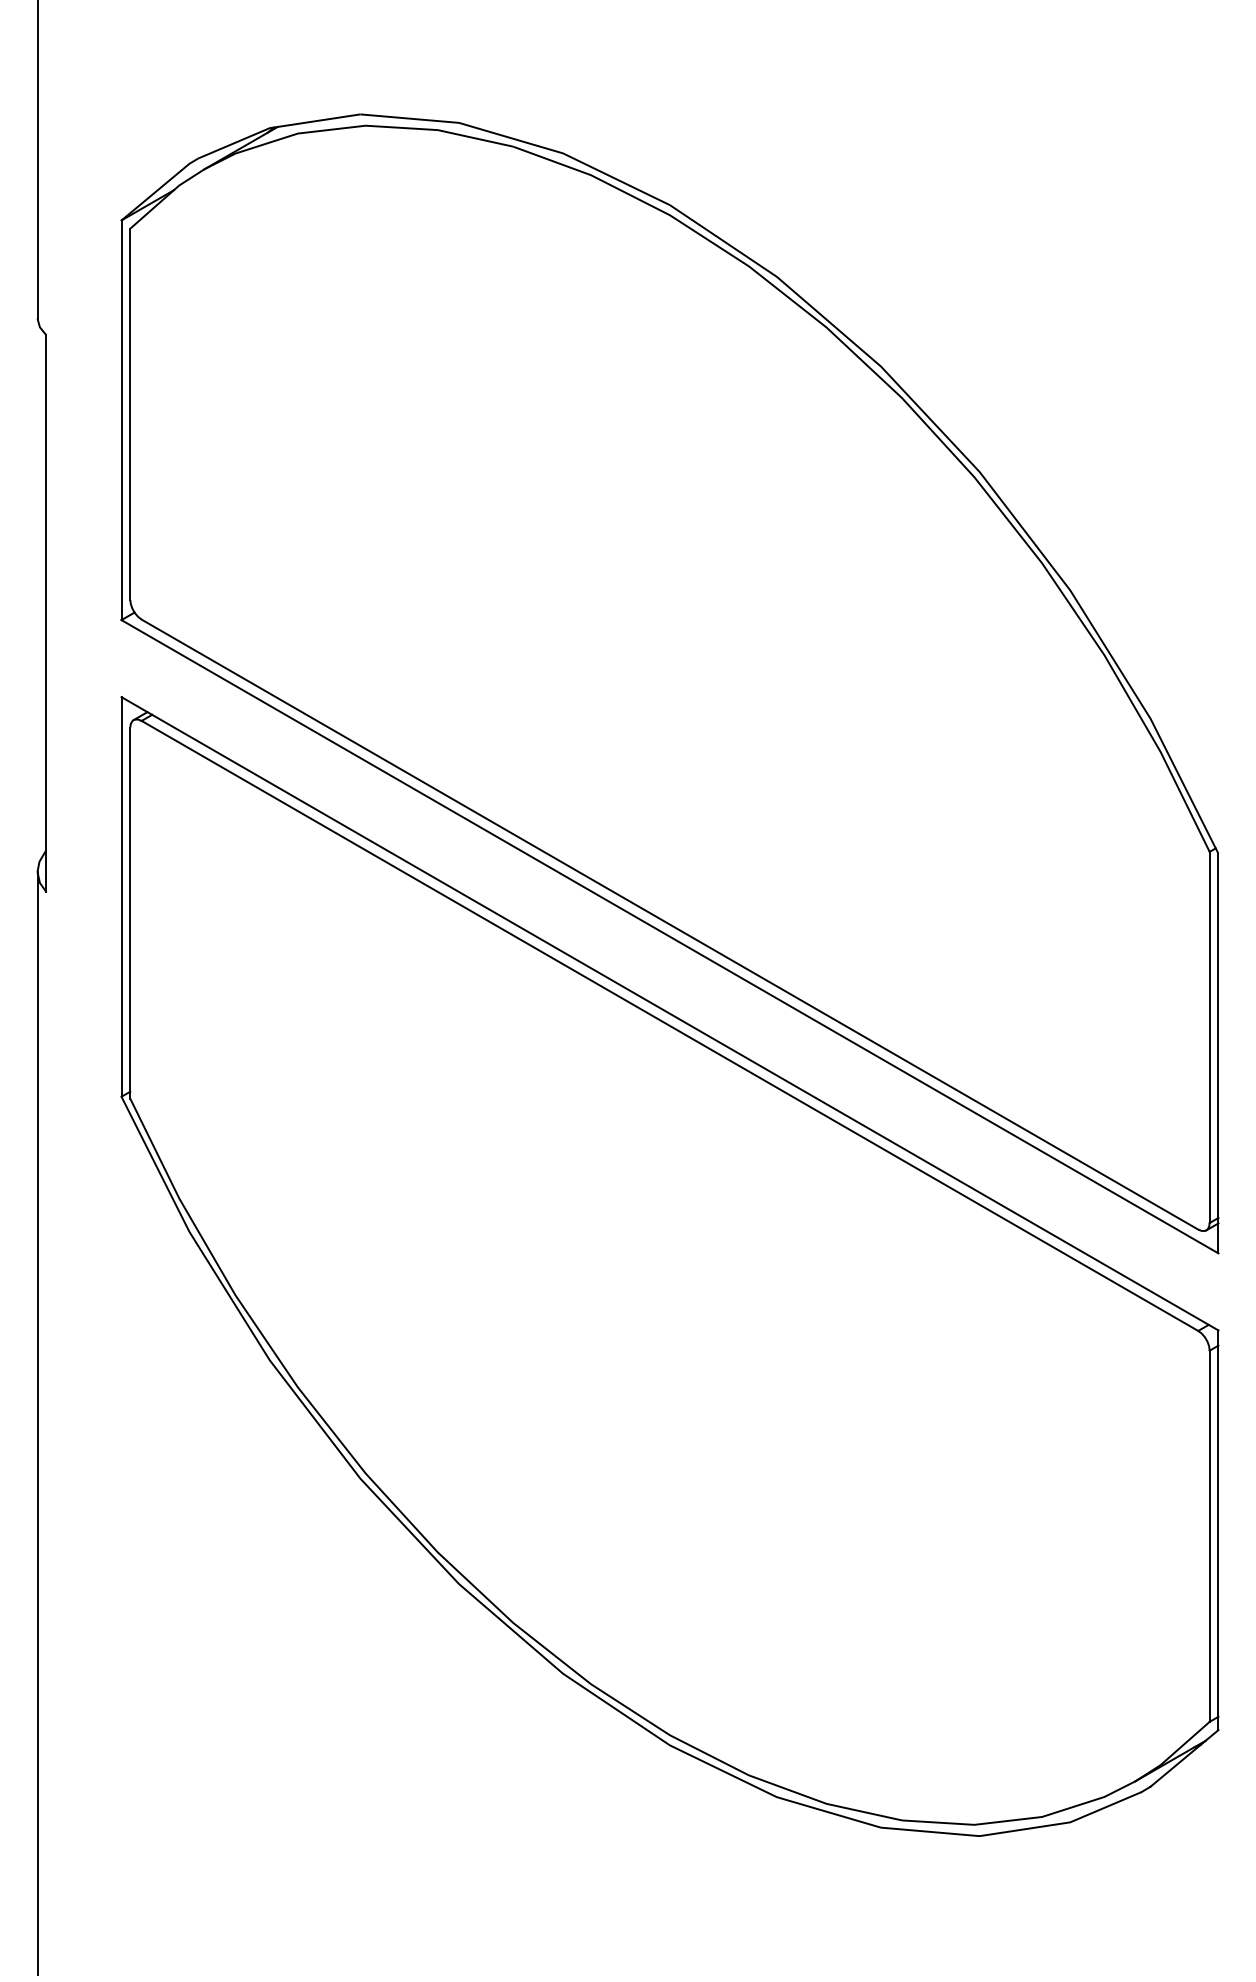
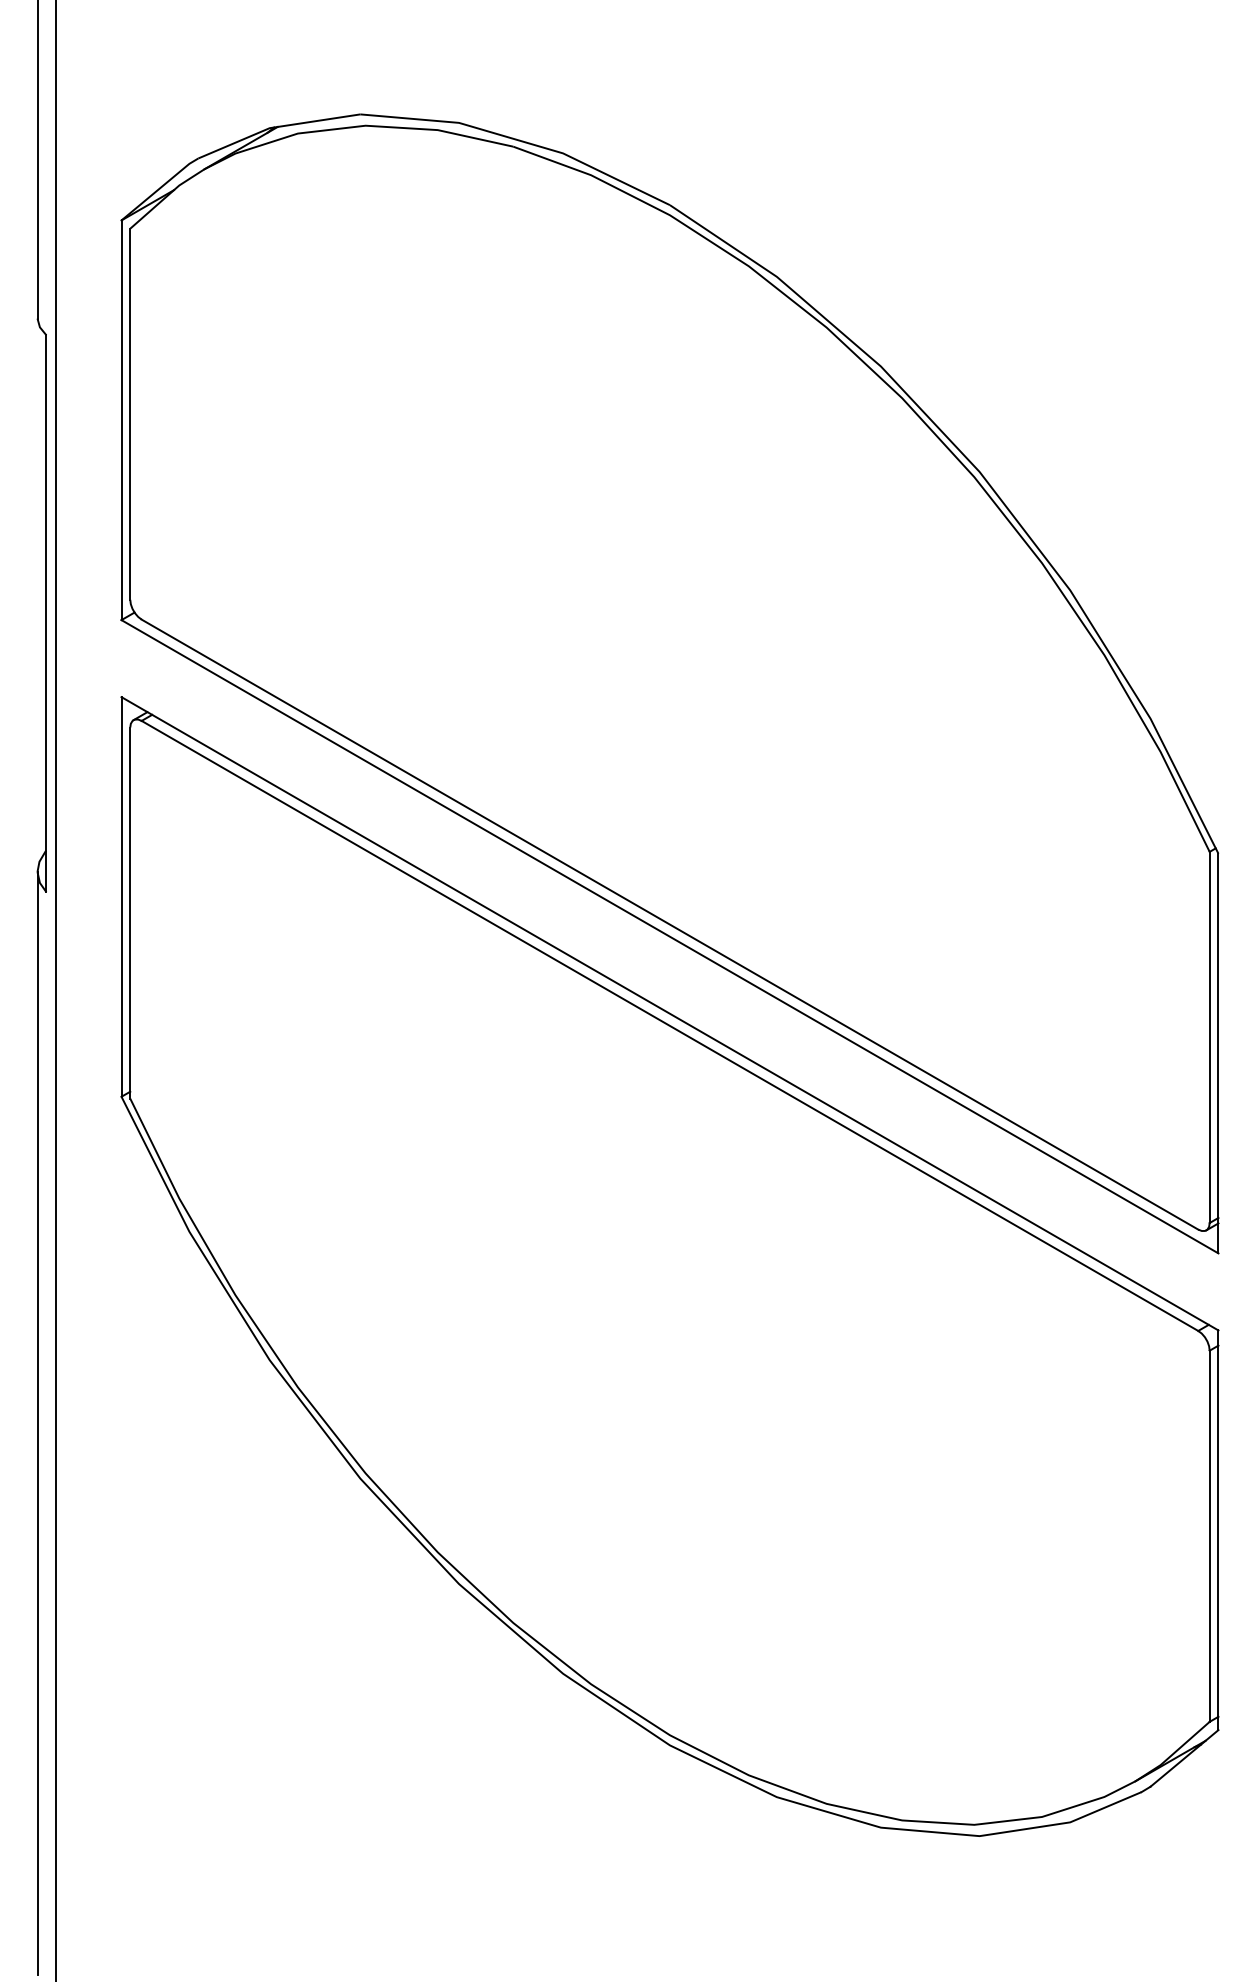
line at (55, 990): none -> present
